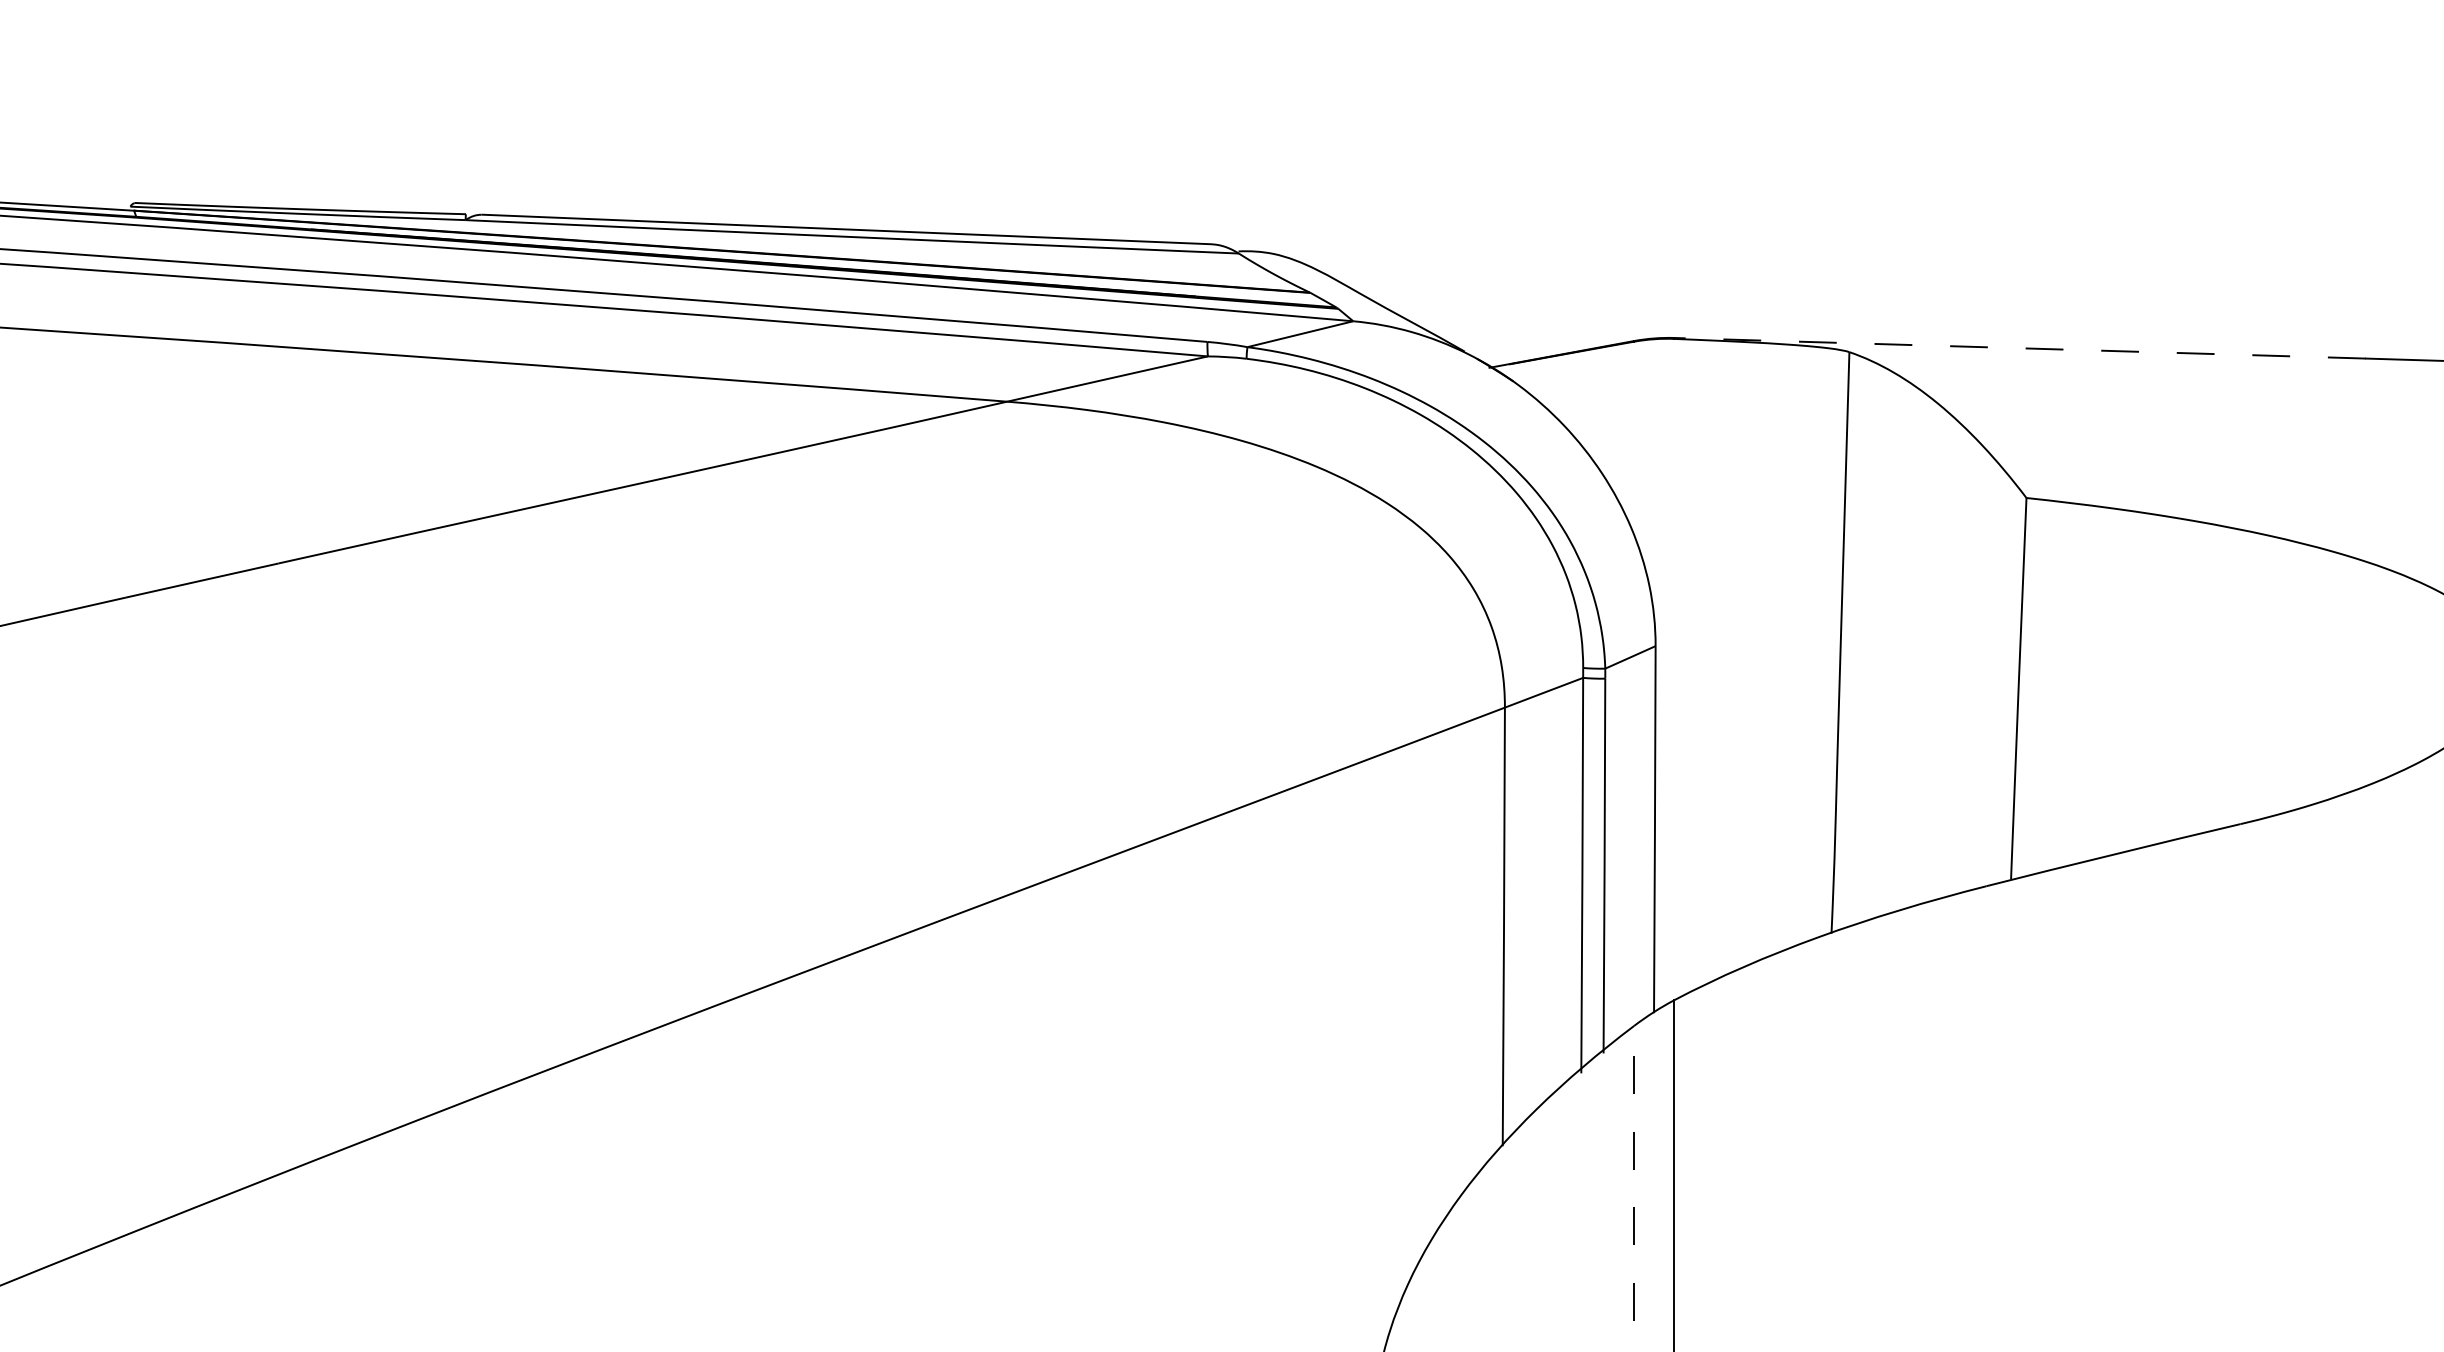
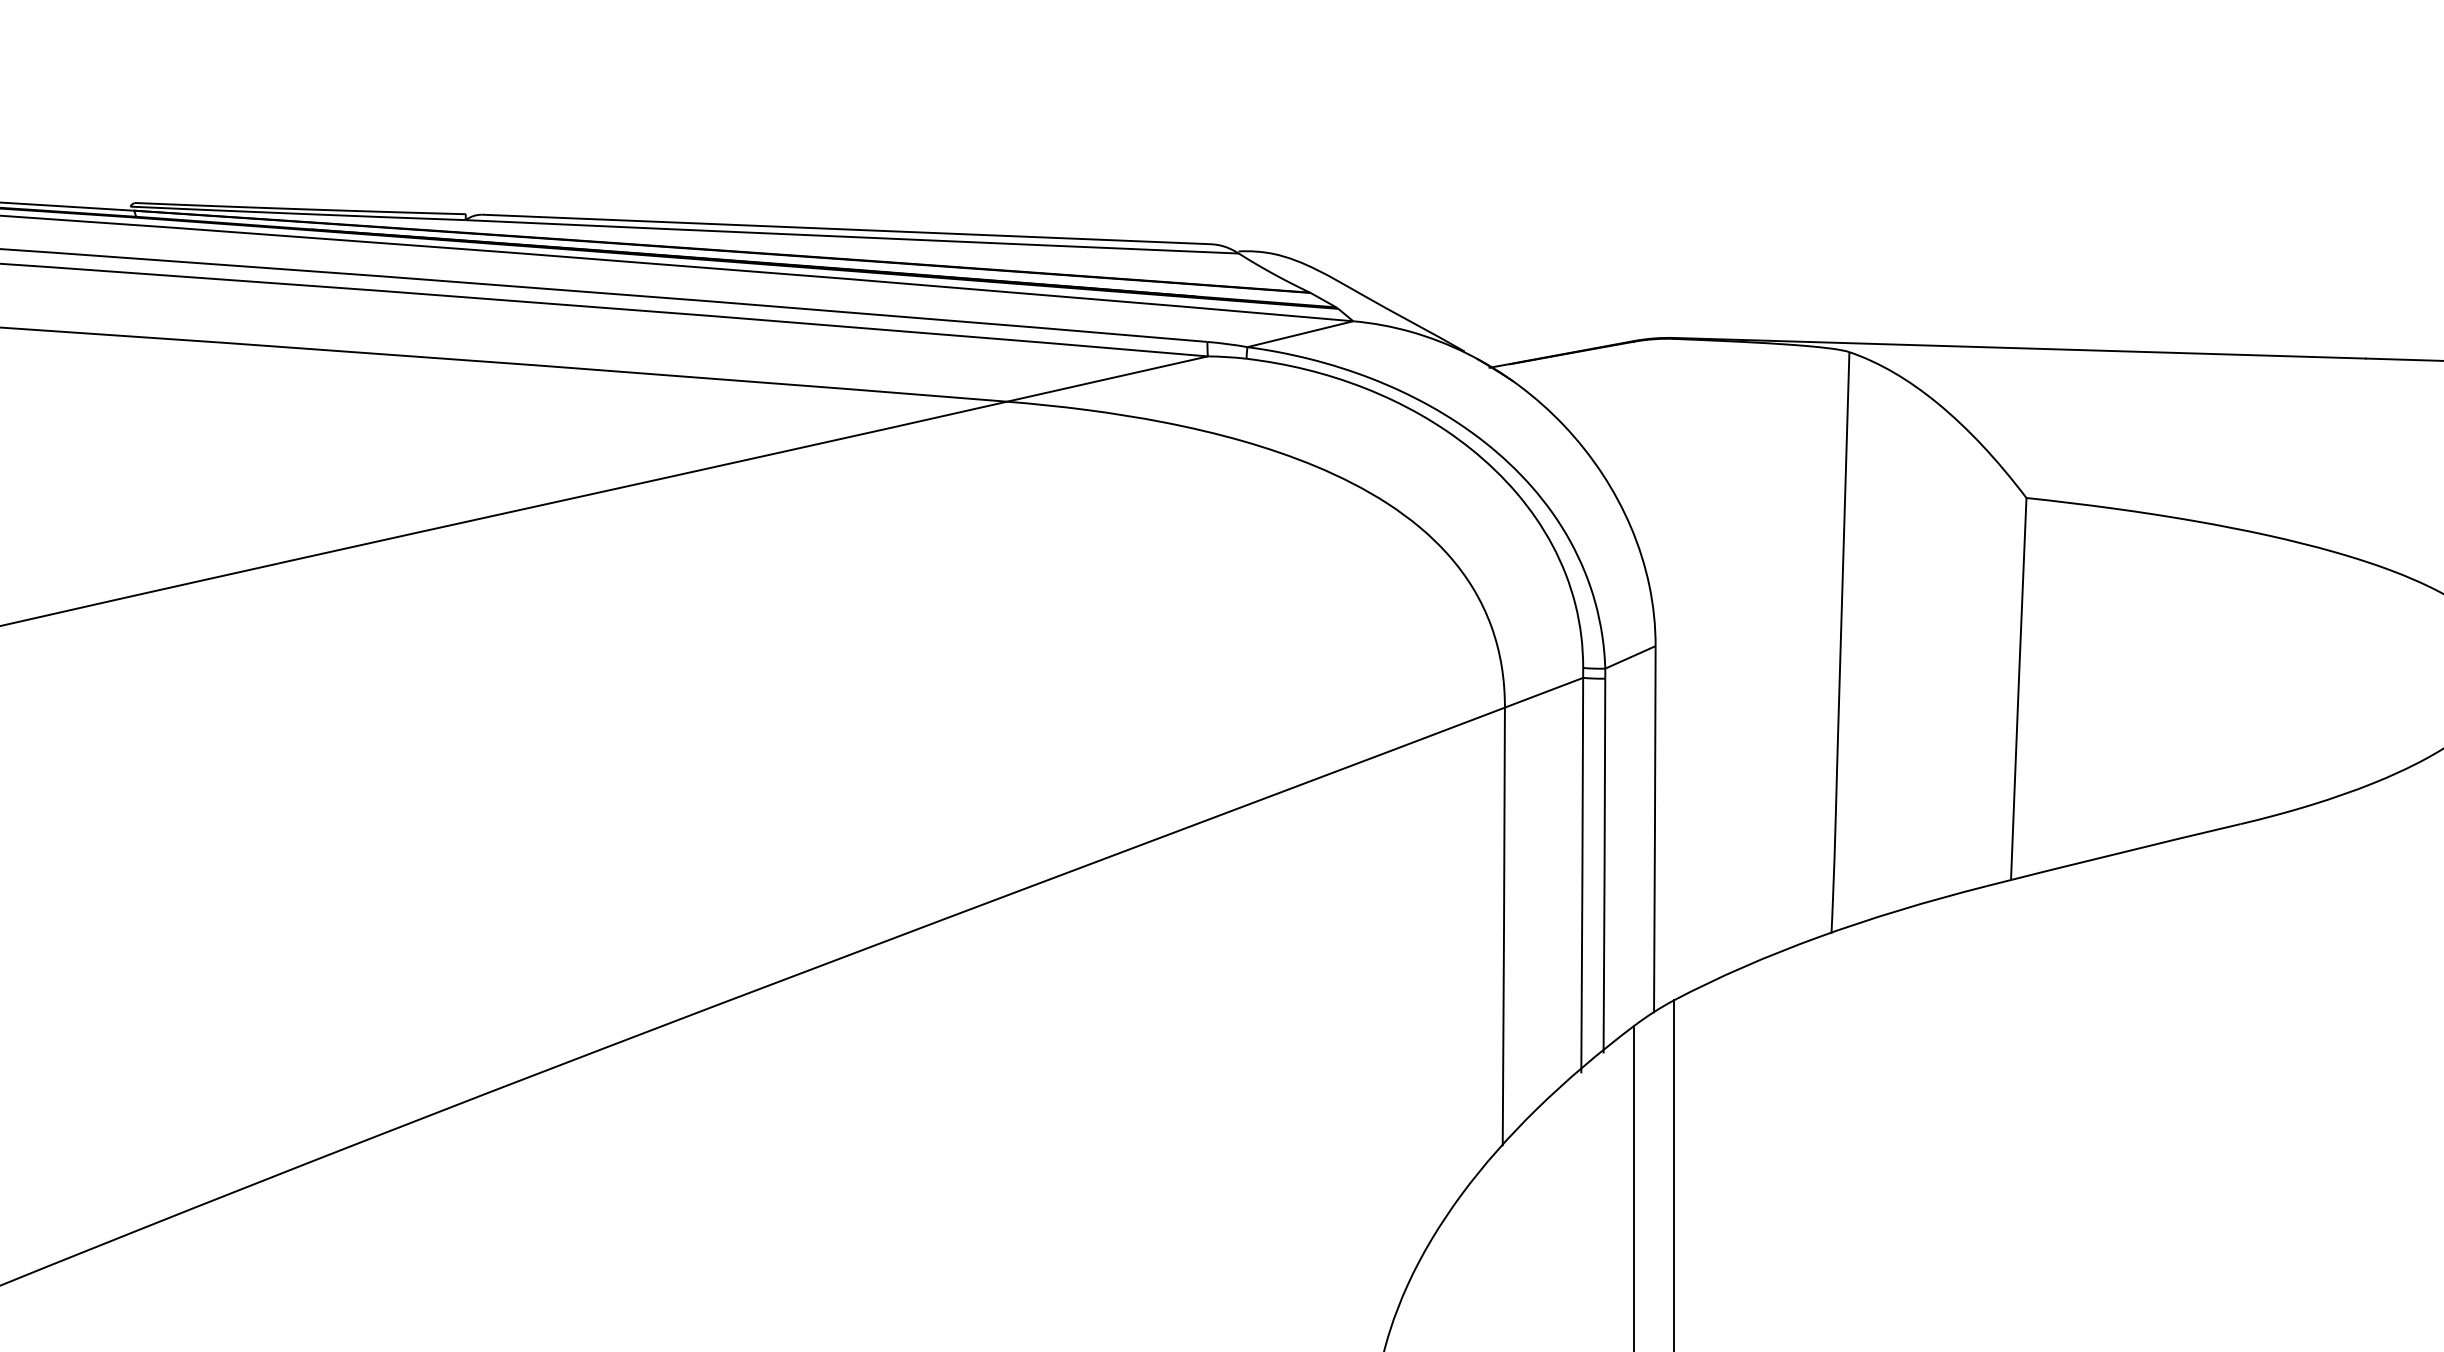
line at (2019, 348): dashed -> solid
line at (1634, 1188): dashed -> solid
